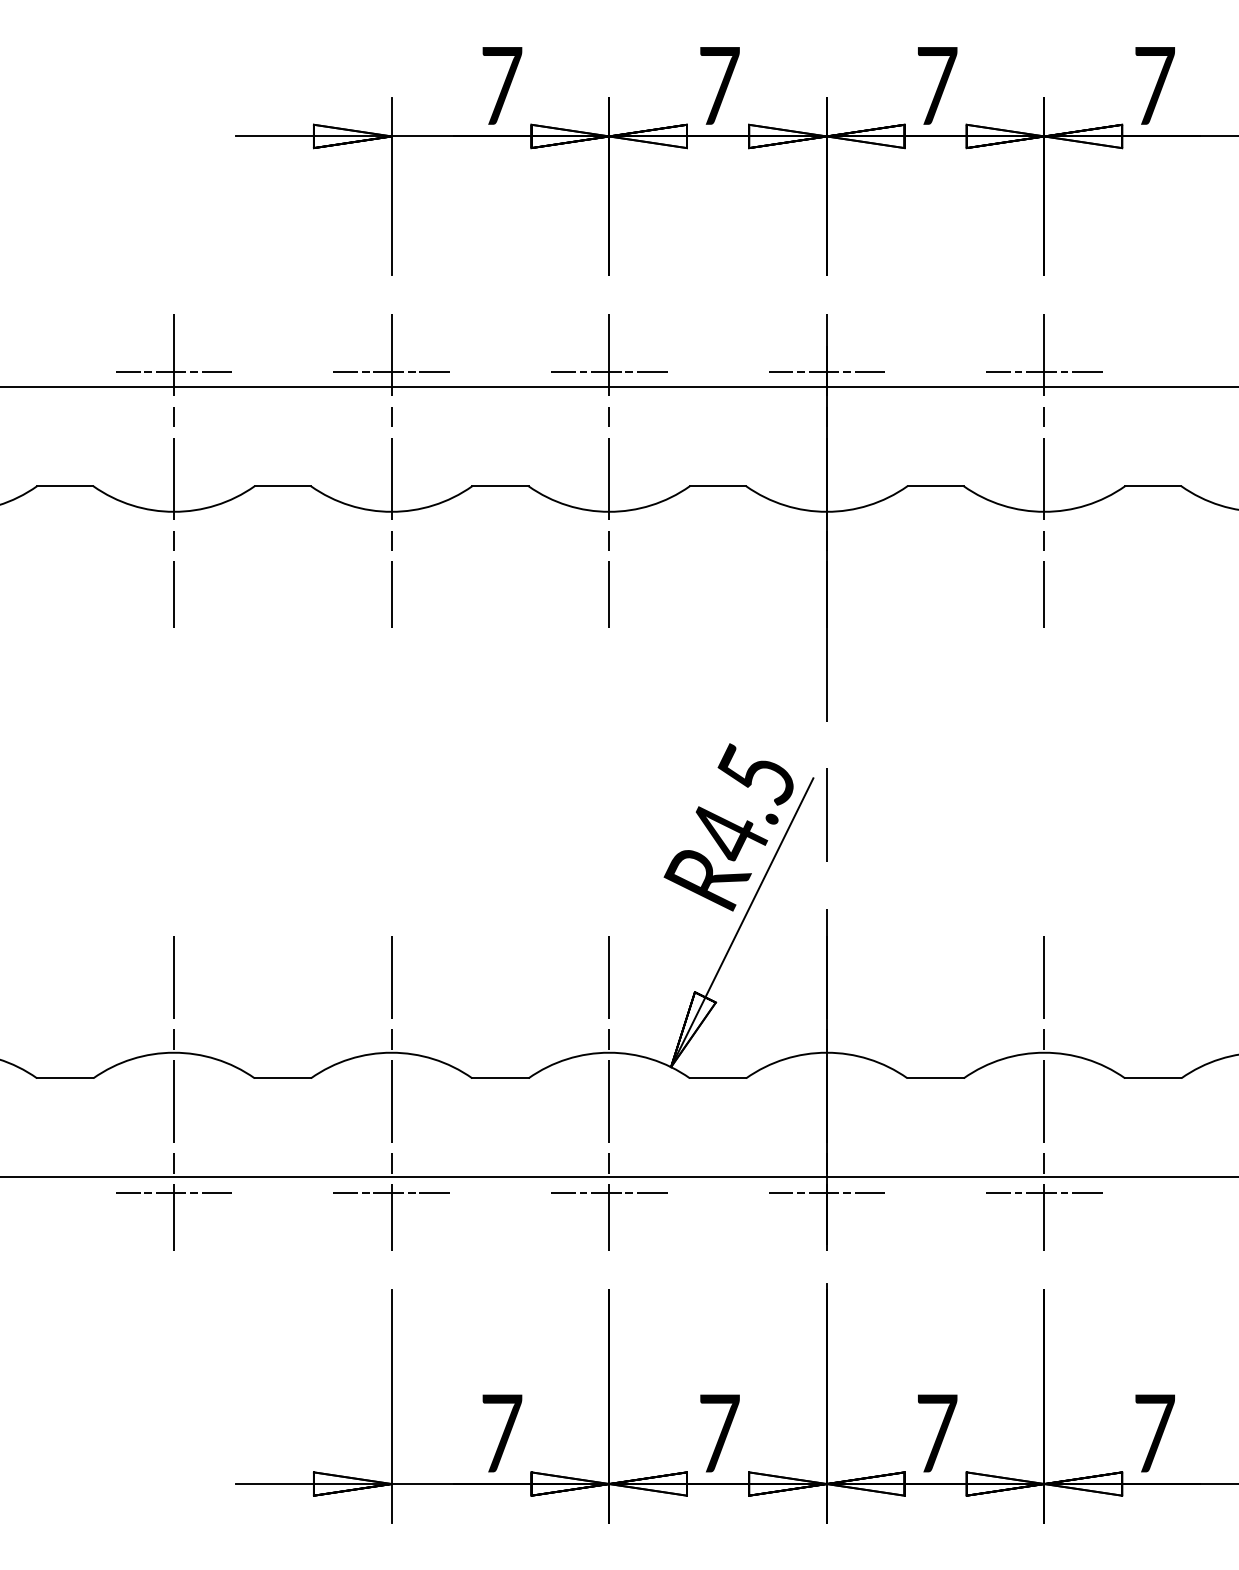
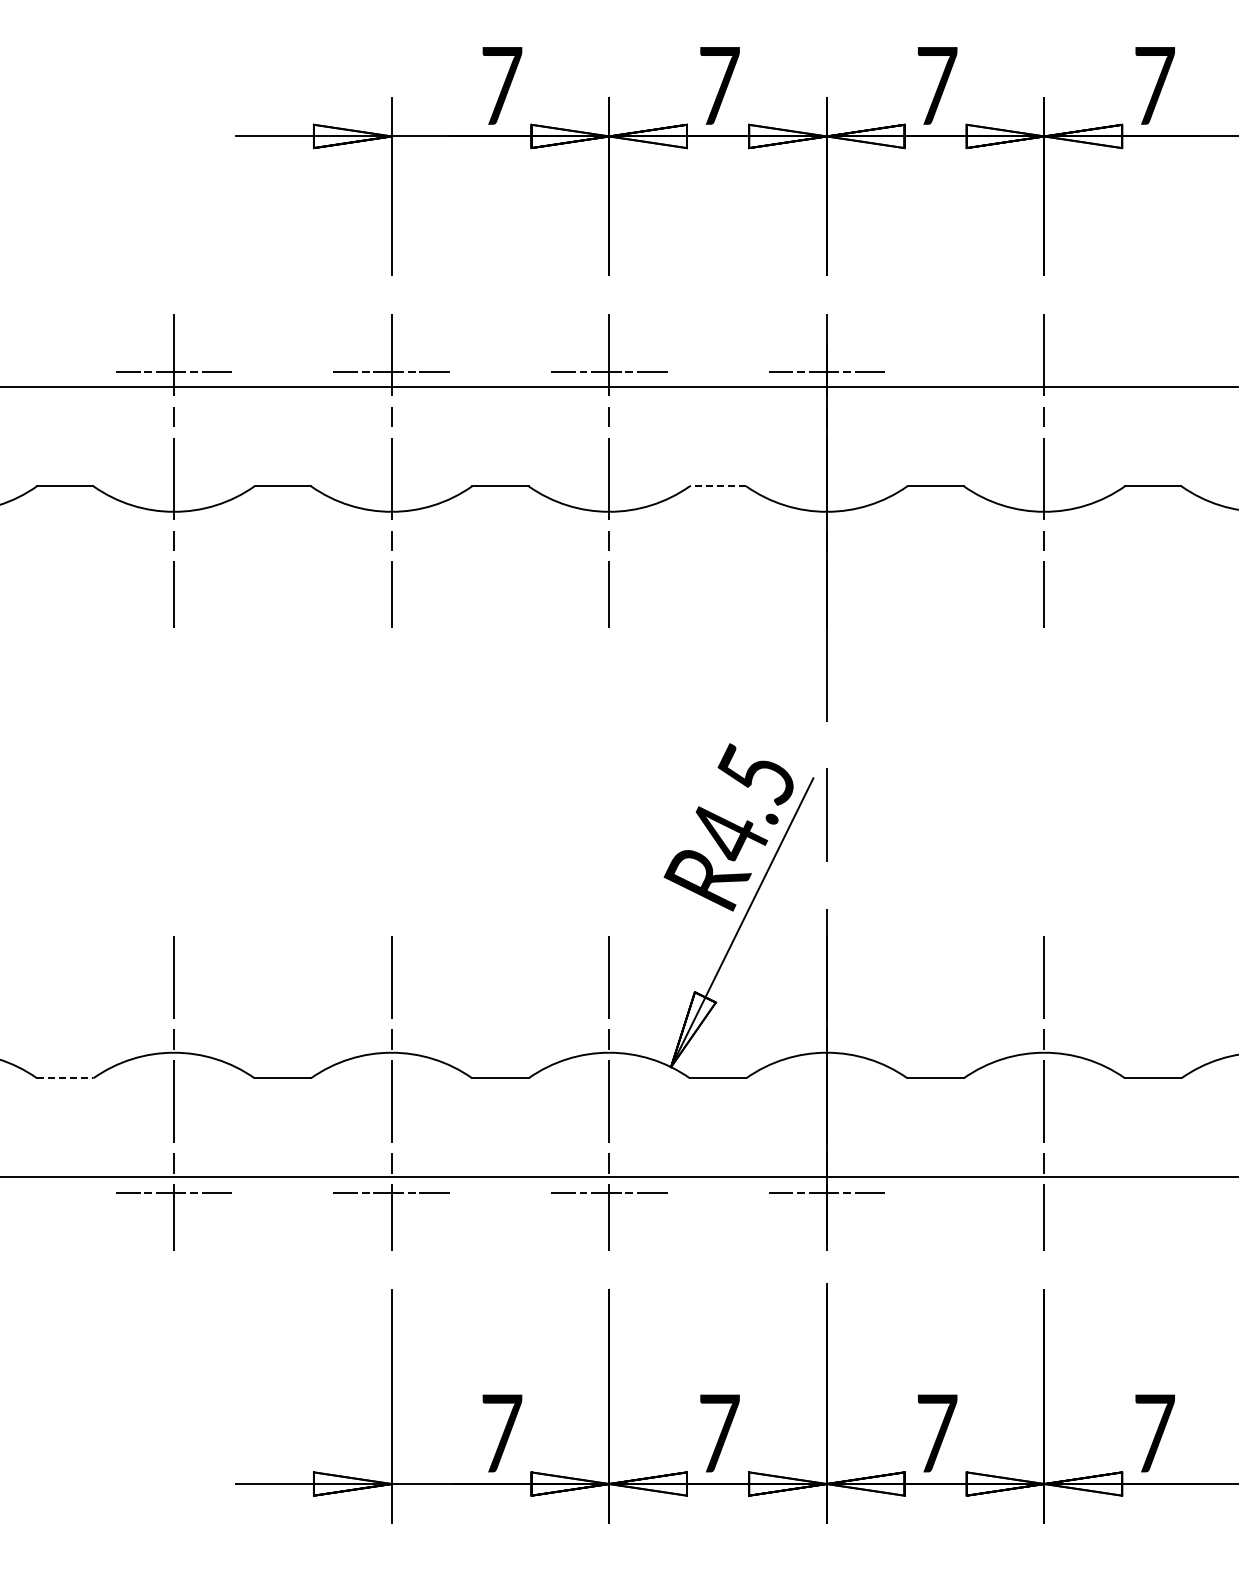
line at (1044, 371): present -> none
line at (717, 486): solid -> dashed
line at (65, 1078): solid -> dashed
line at (1044, 1192): present -> none
